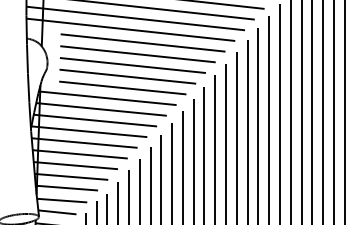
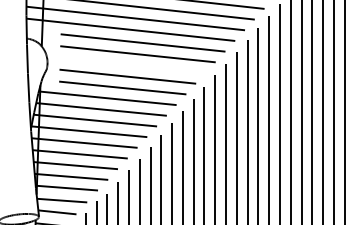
line at (132, 65): present -> none
